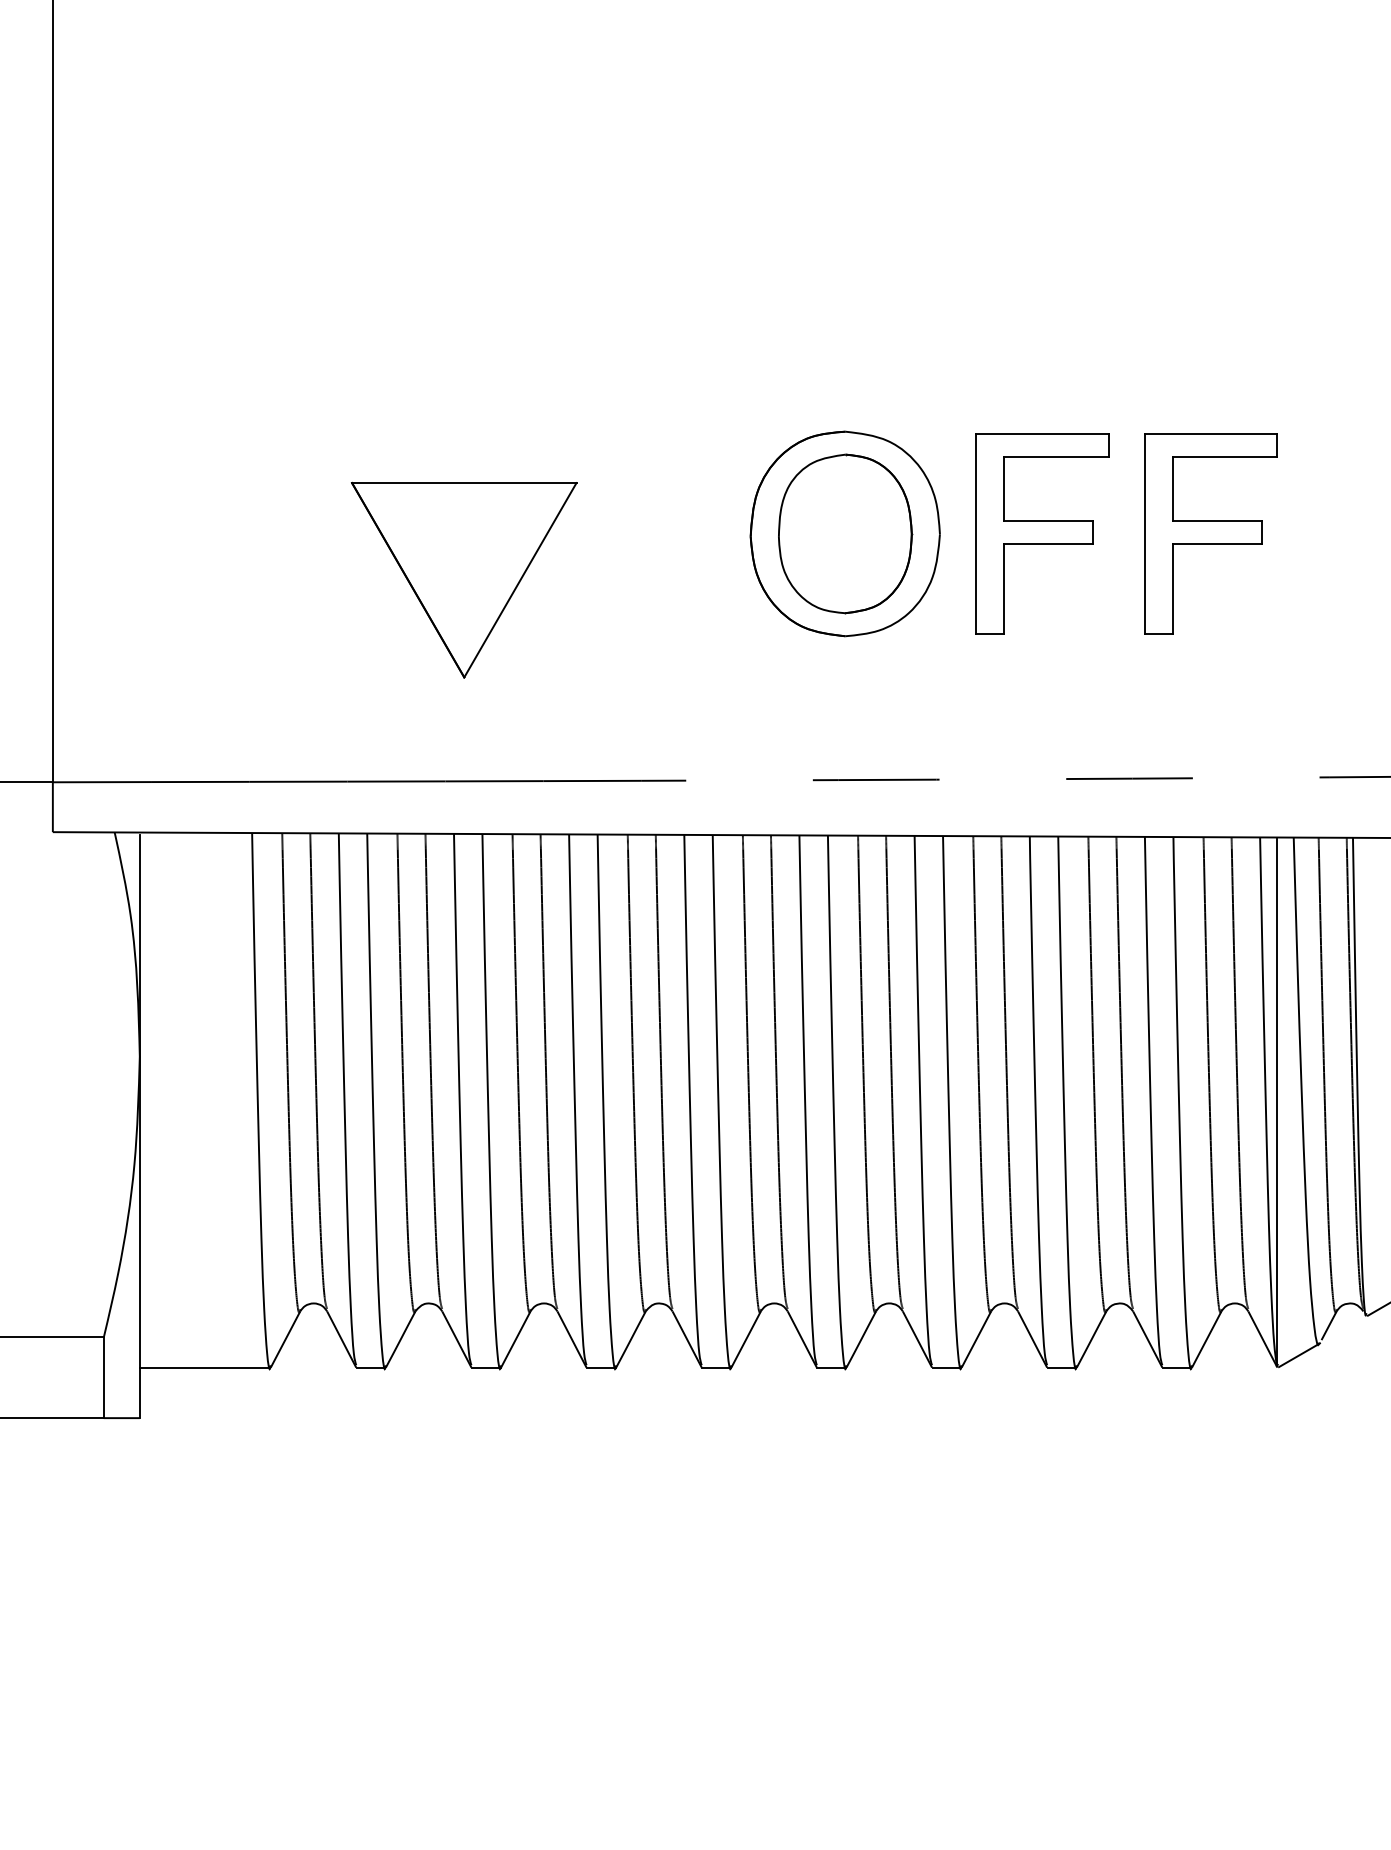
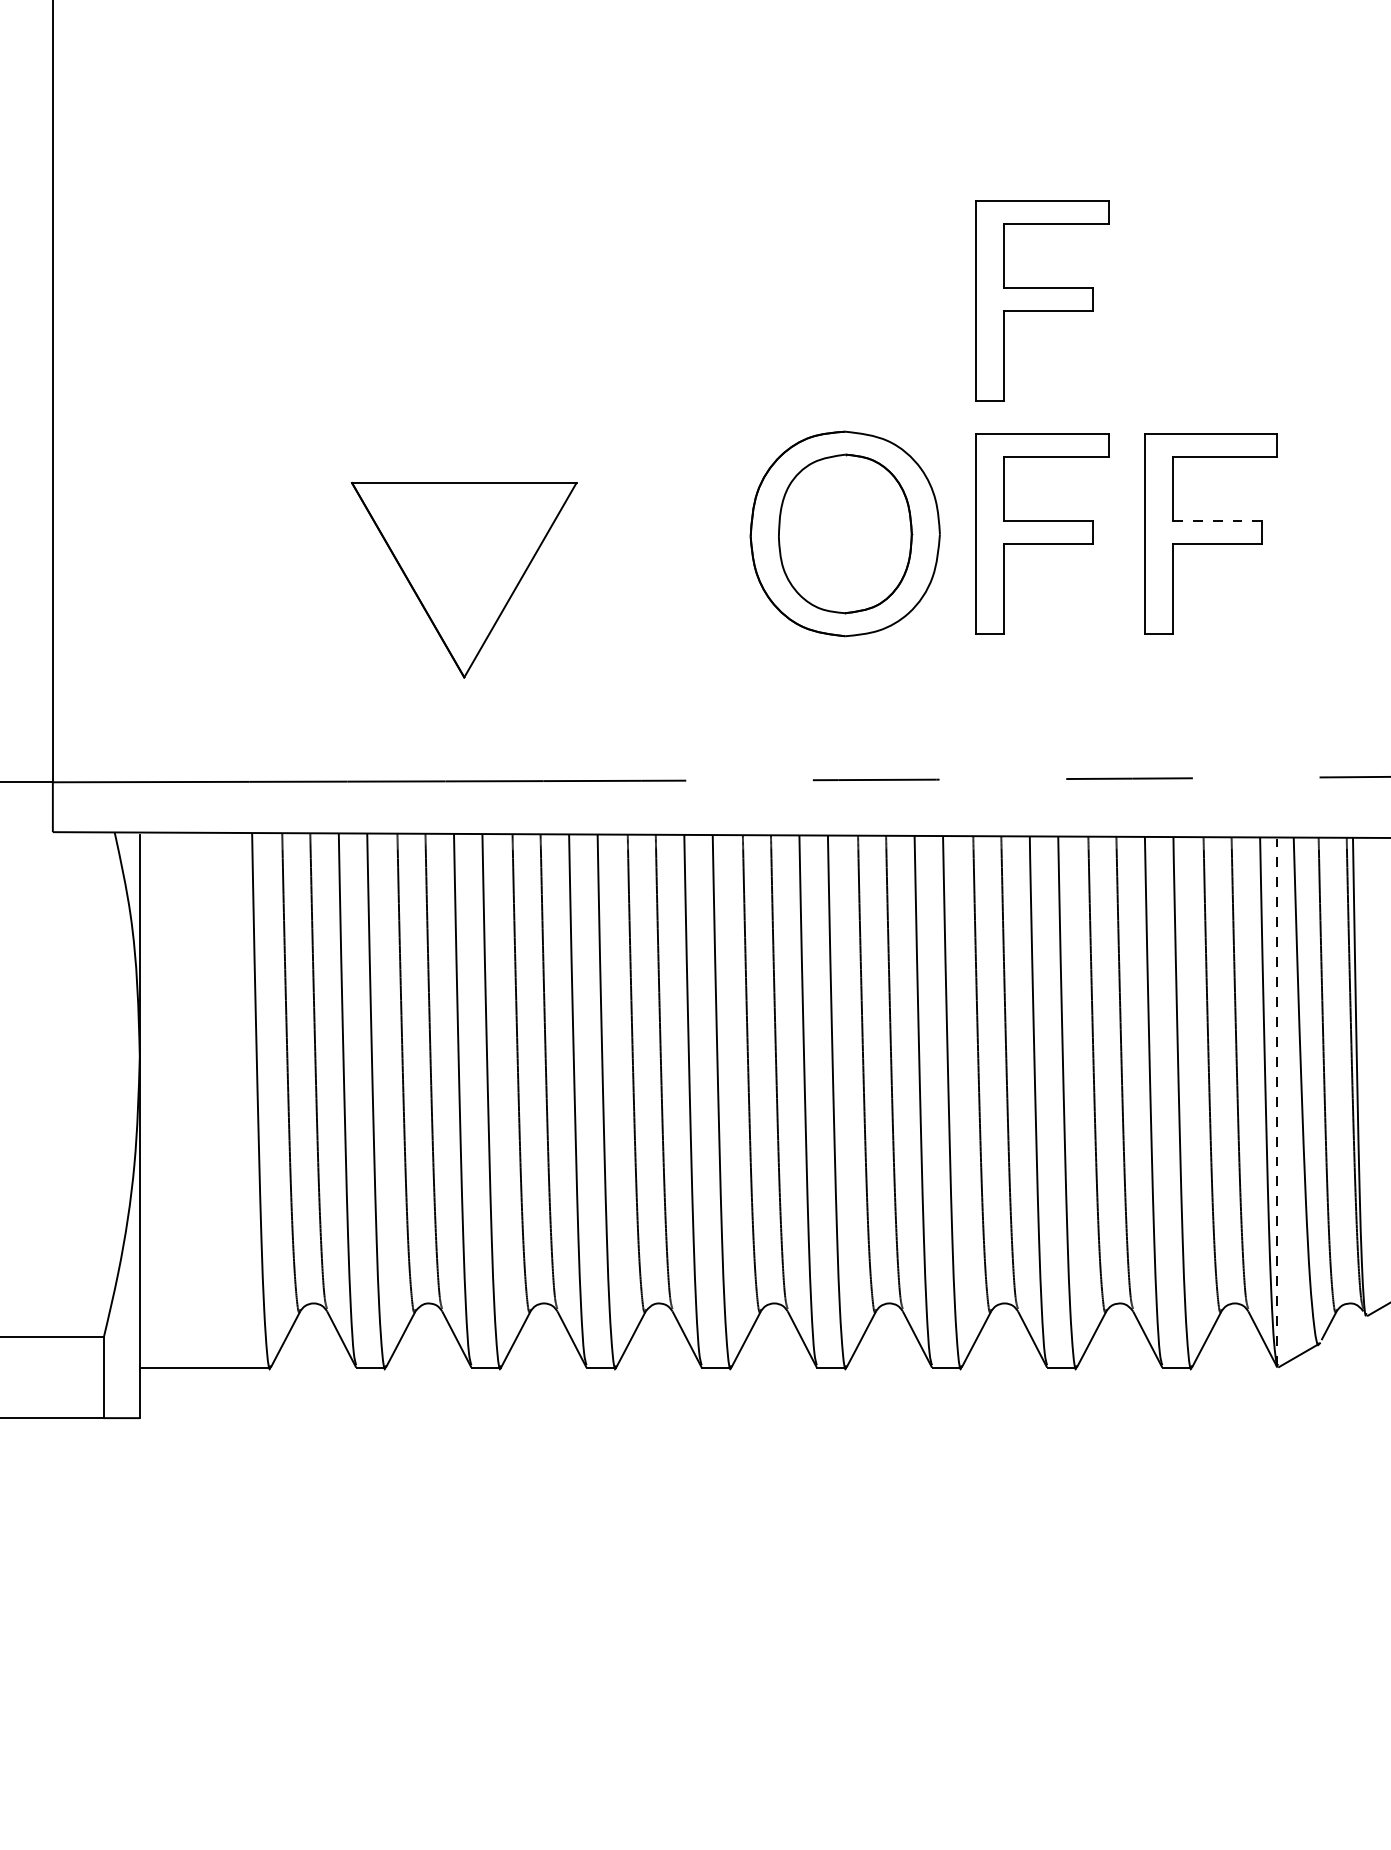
part at (1042, 300): none -> present
line at (1217, 521): solid -> dashed
line at (1276, 1102): solid -> dashed
